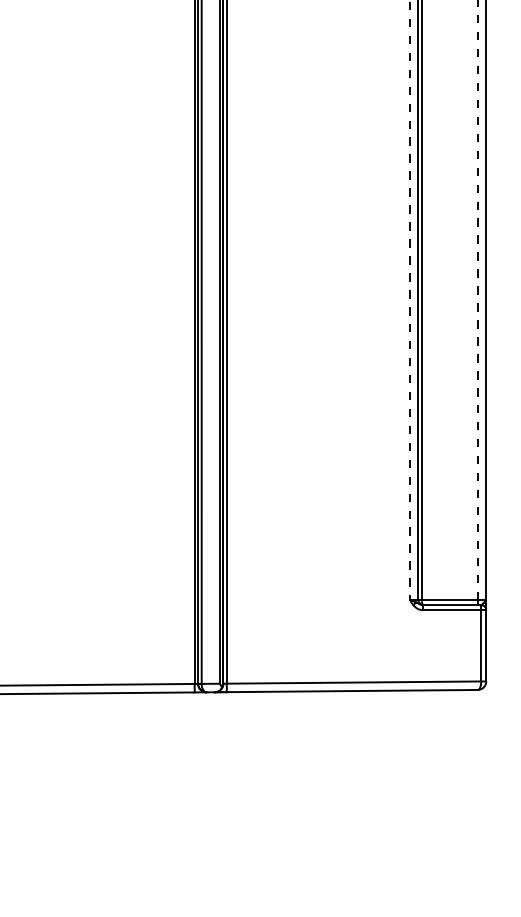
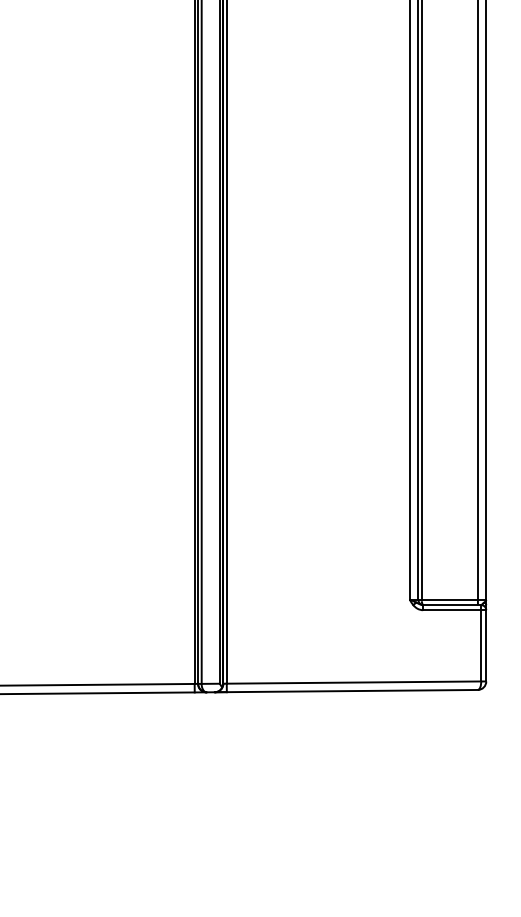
line at (409, 300): dashed -> solid
line at (477, 300): dashed -> solid
